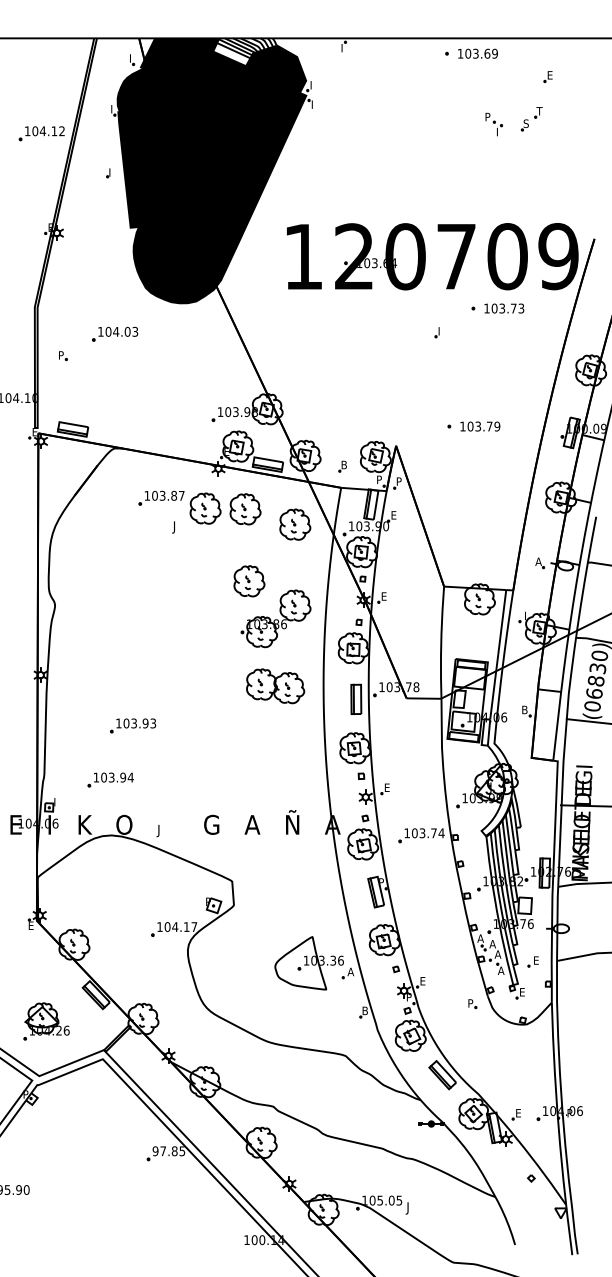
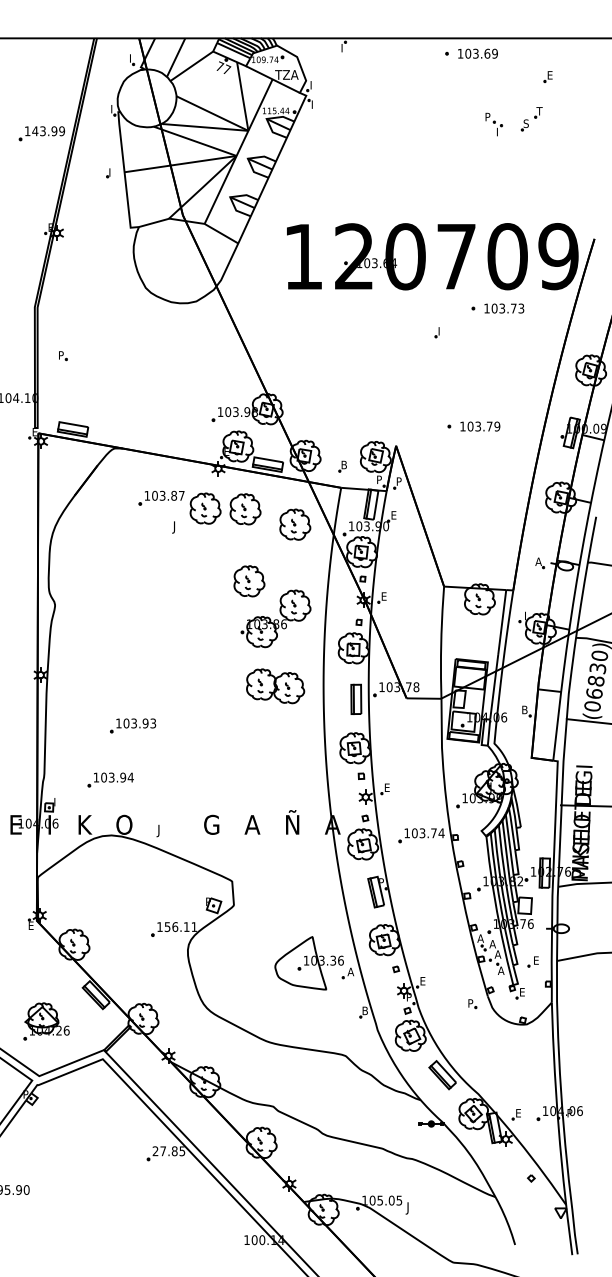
text at (48, 131): 104.12 -> 143.99
fill at (211, 170): present -> none
part at (115, 333): present -> none
text at (180, 927): 104.17 -> 156.11
text at (155, 1151): 97.85 -> 27.85
